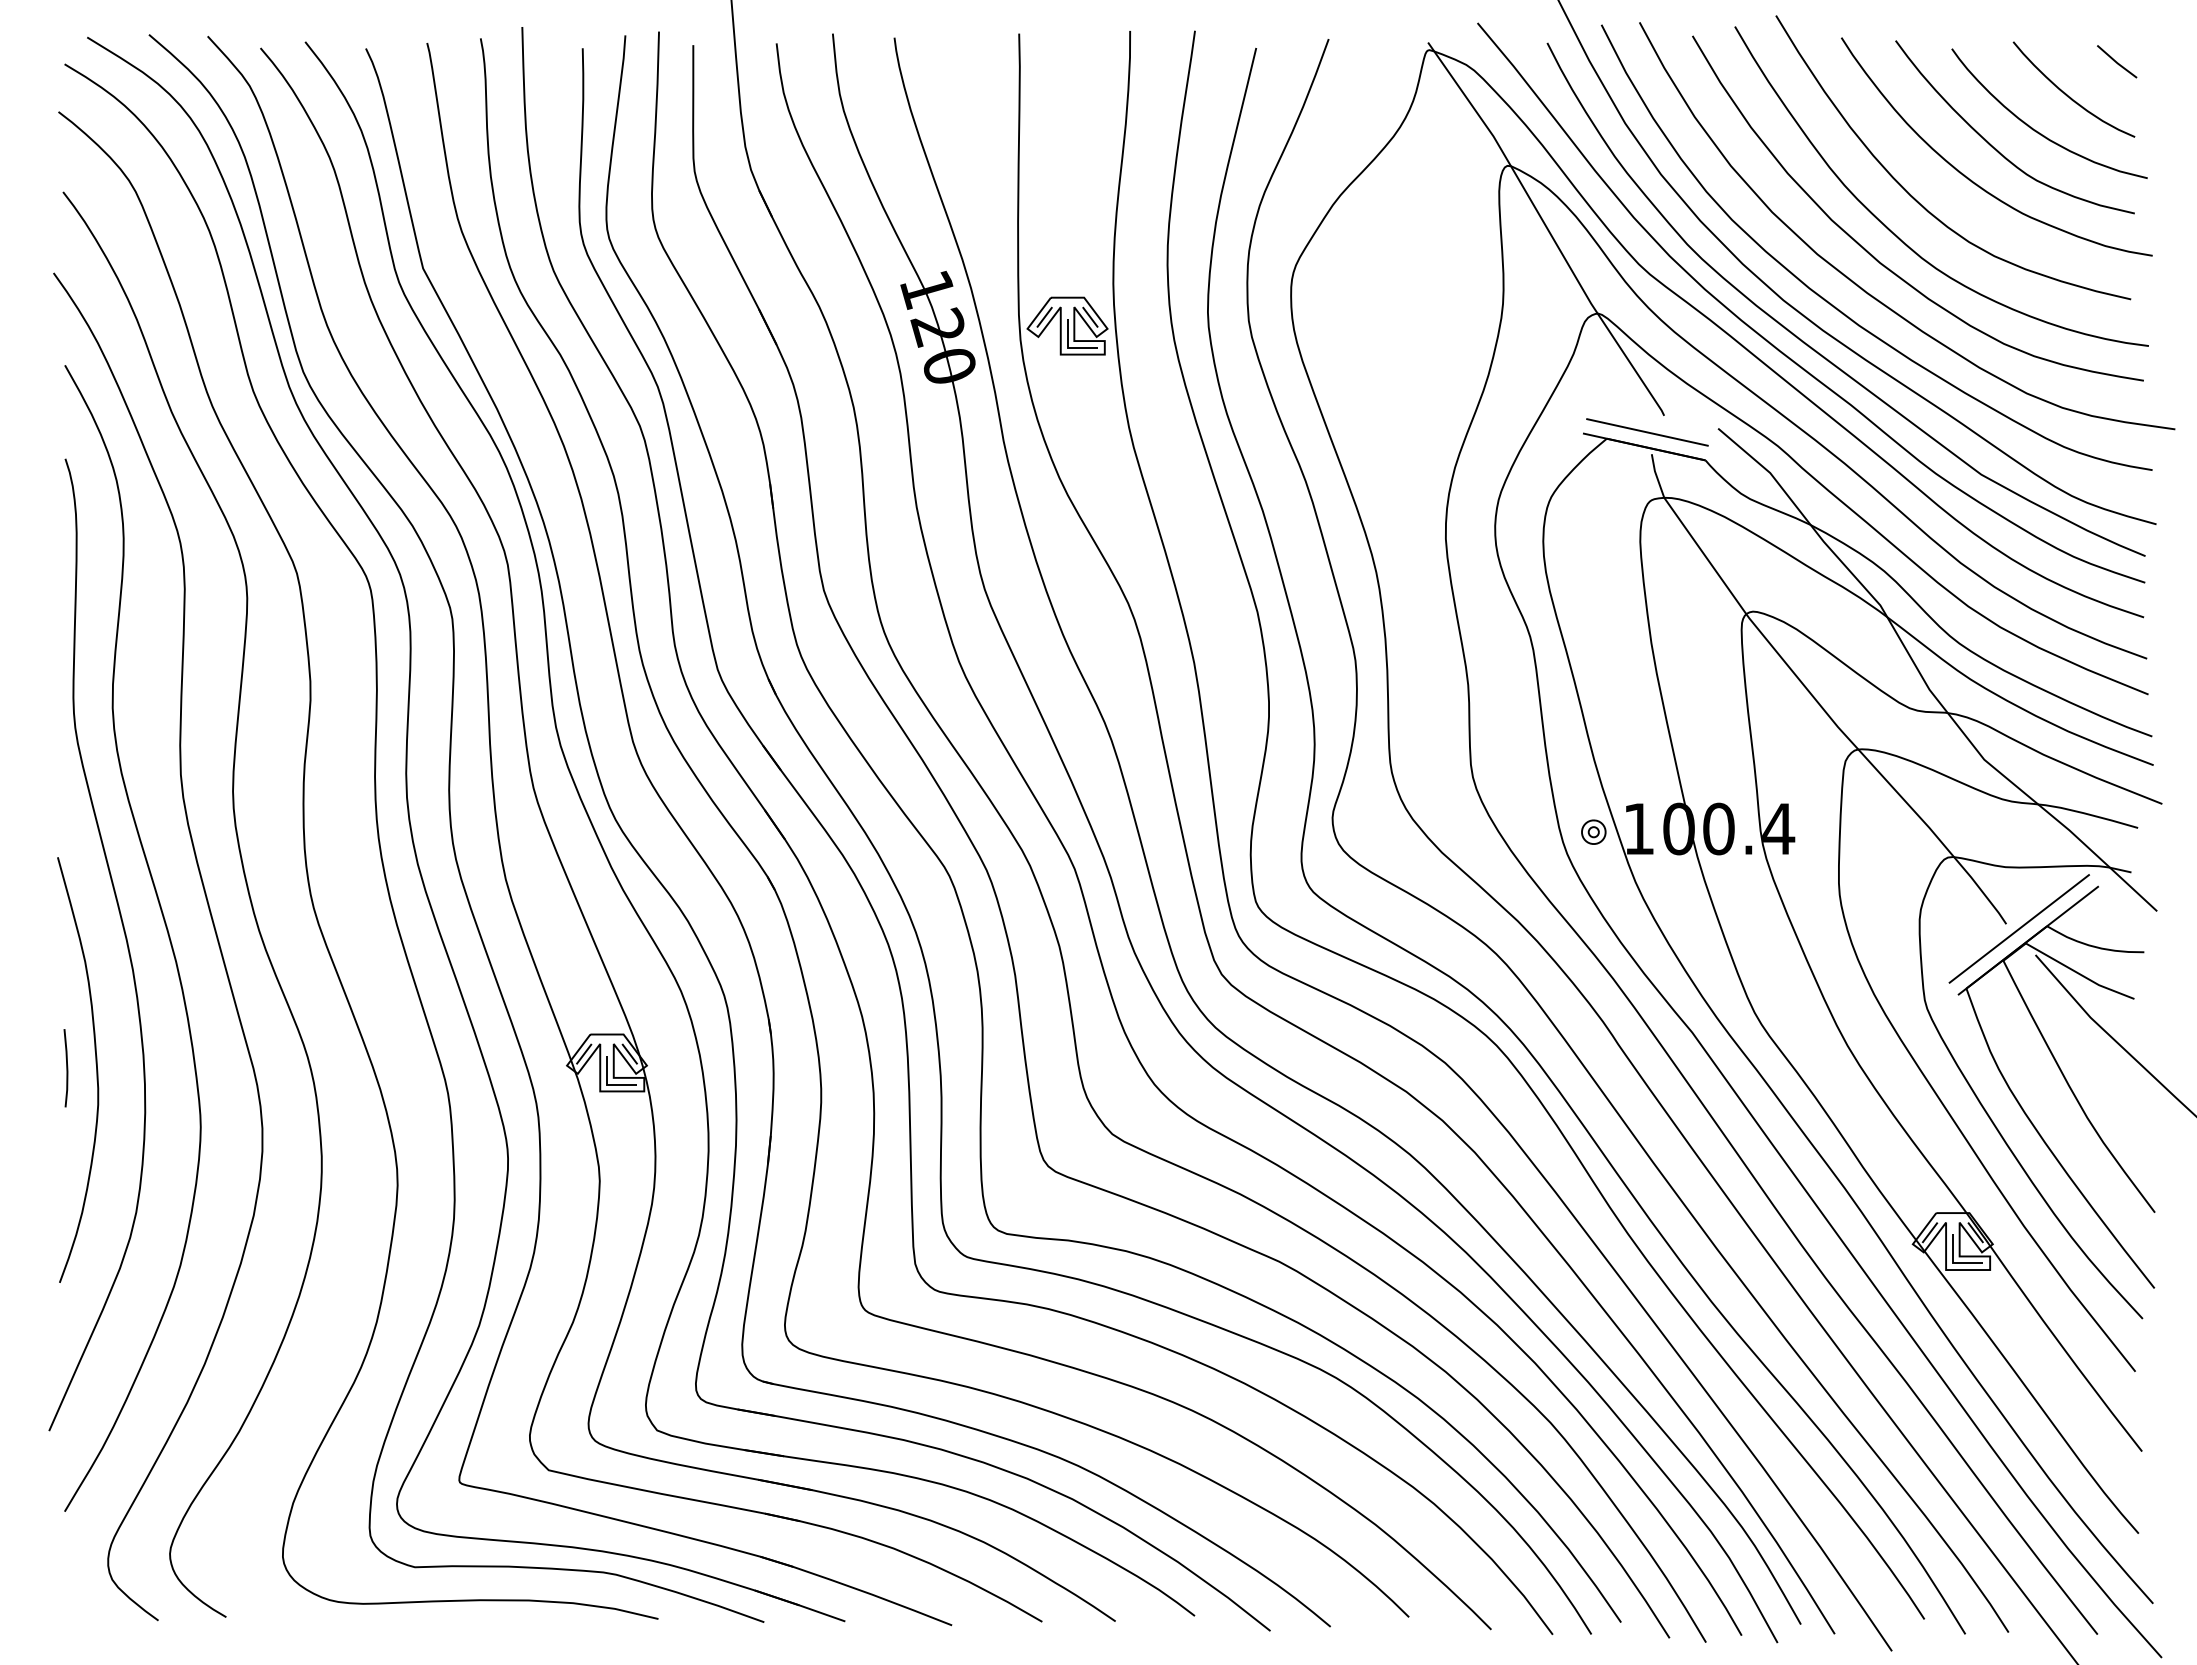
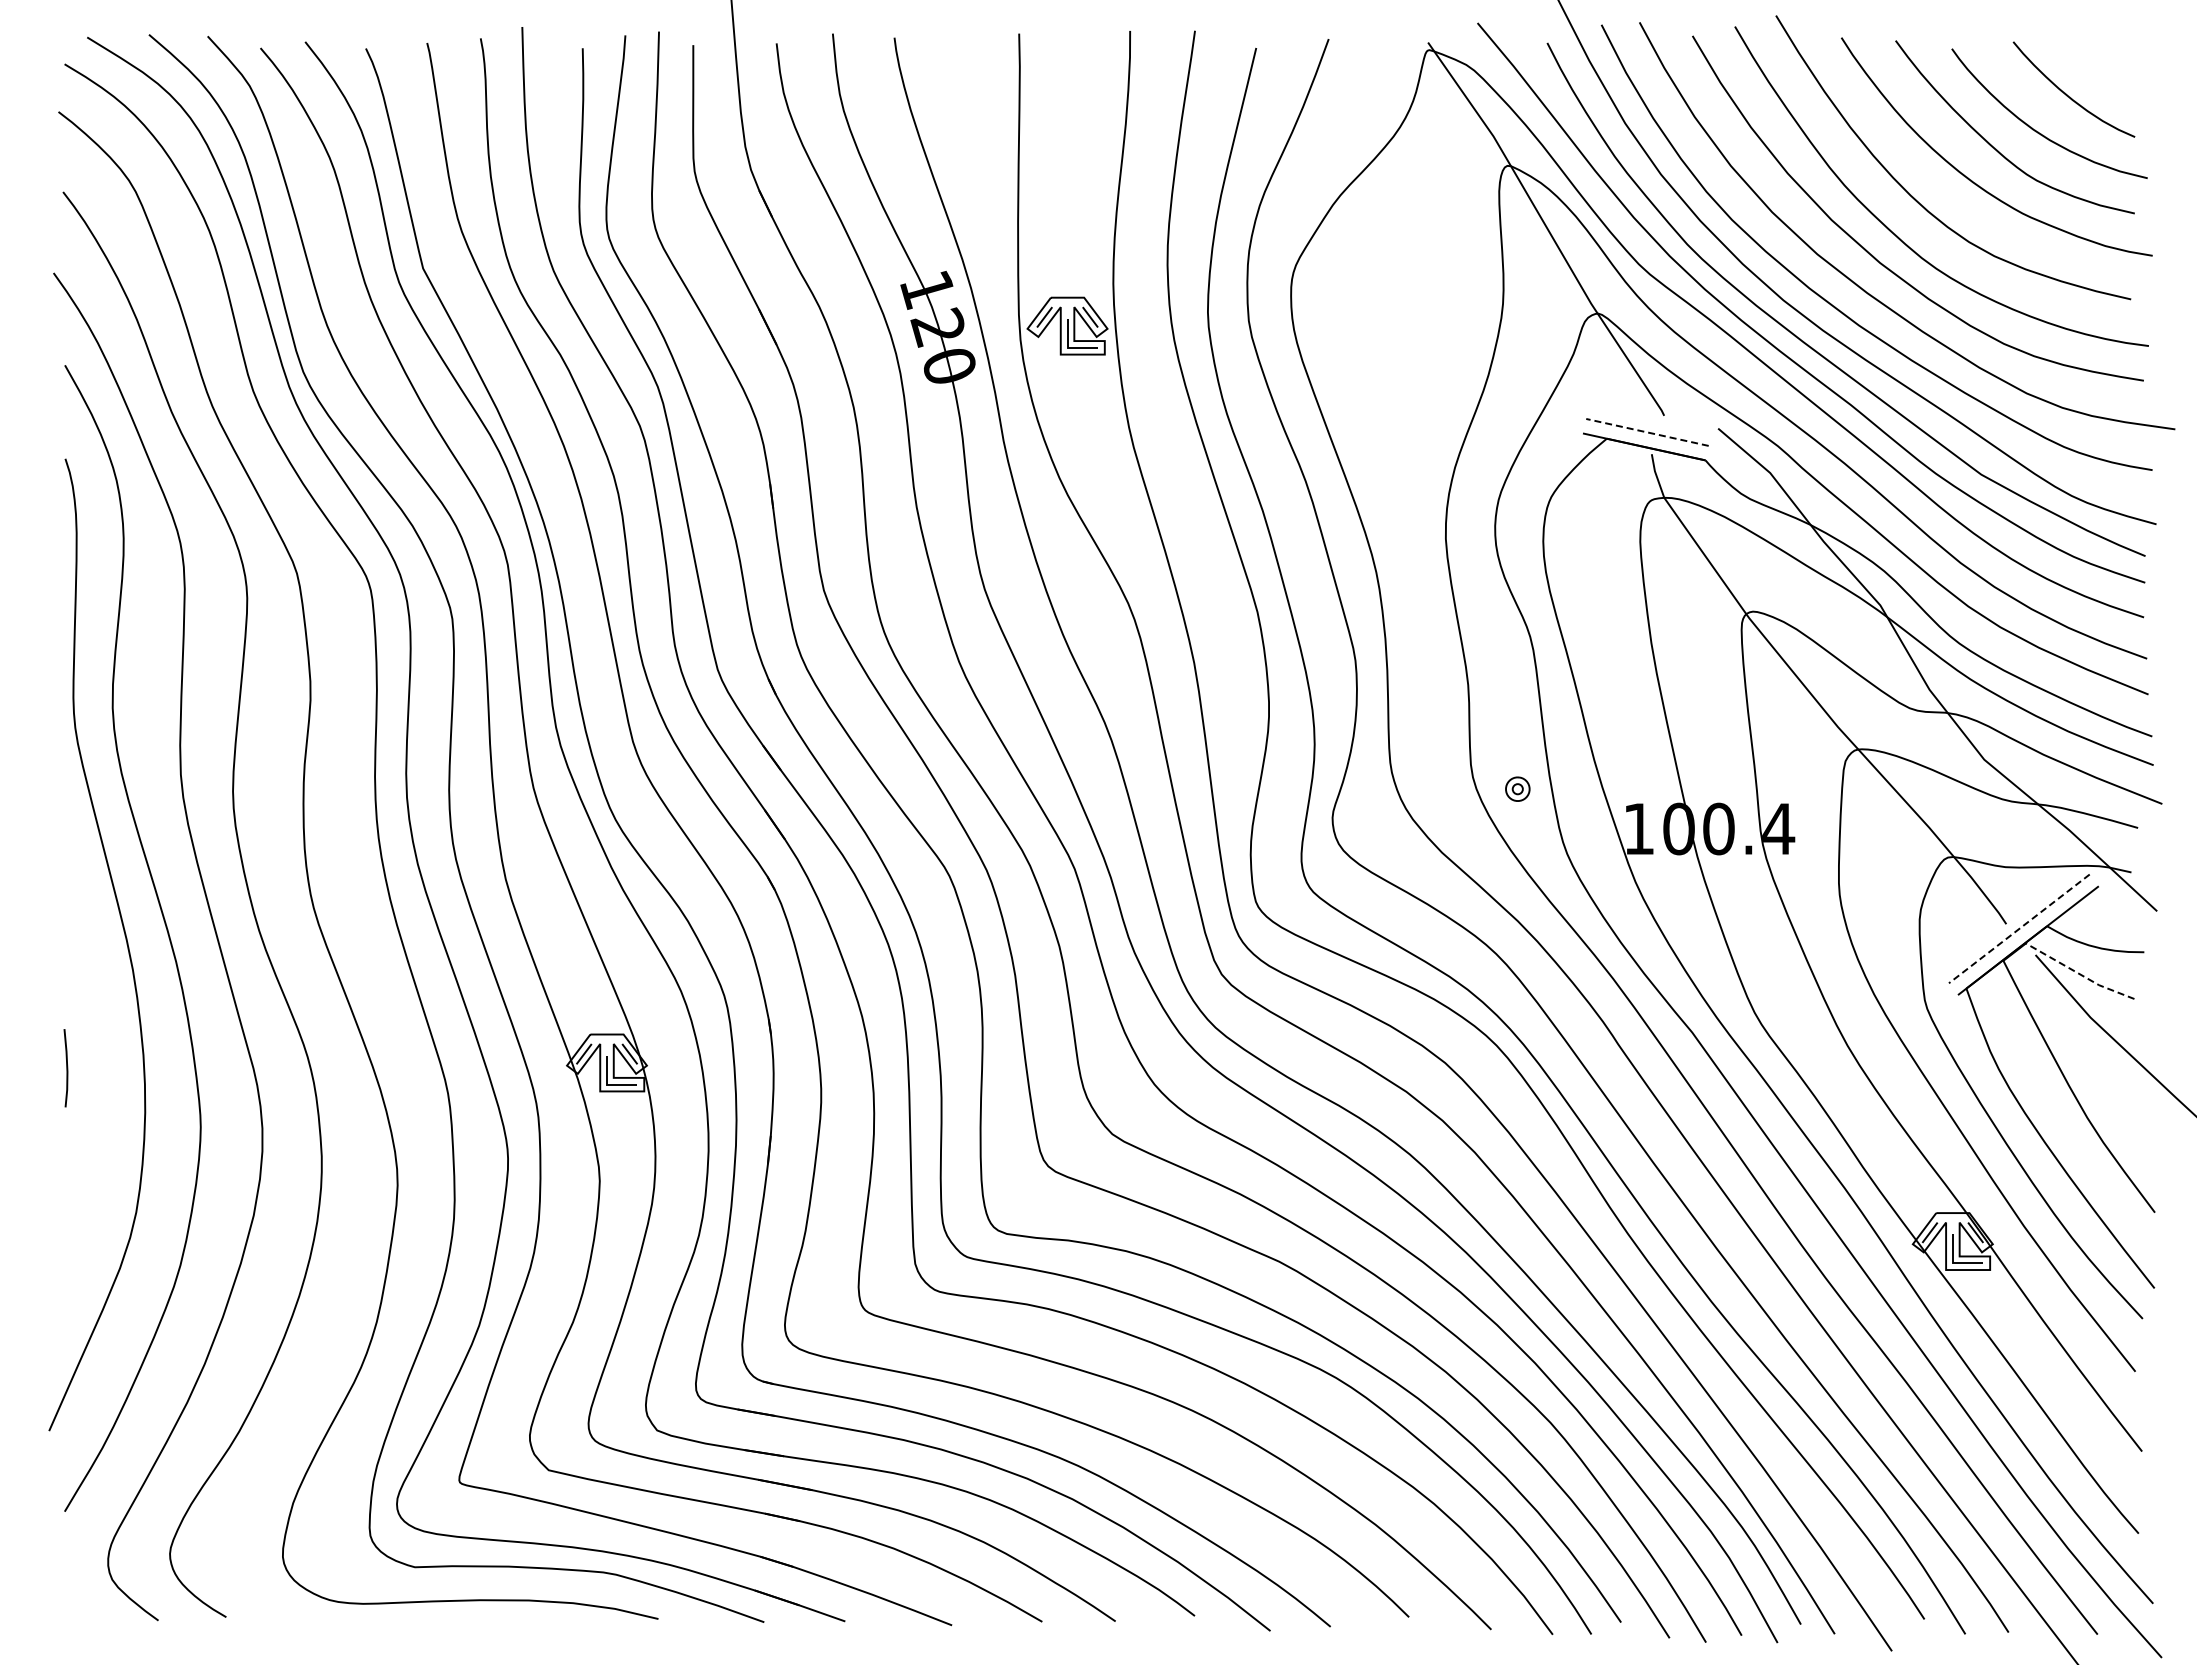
line at (2116, 61): present -> none
line at (1647, 432): solid -> dashed
part at (1593, 831) position: (1593, 831) -> (1517, 788)
line at (2019, 928): solid -> dashed
line at (2079, 973): solid -> dashed
curve at (95, 1064): present -> none
